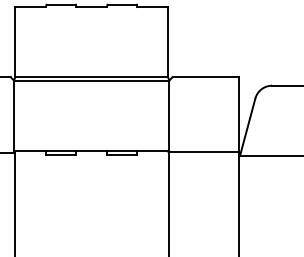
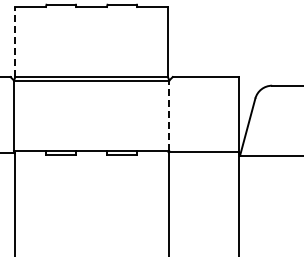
line at (15, 41): solid -> dashed
line at (169, 115): solid -> dashed
